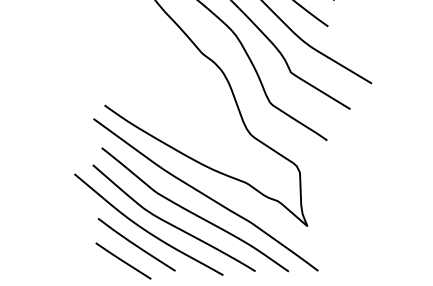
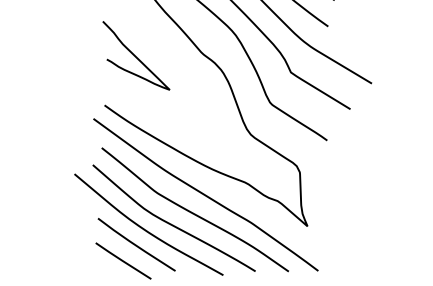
curve at (135, 55): none -> present
